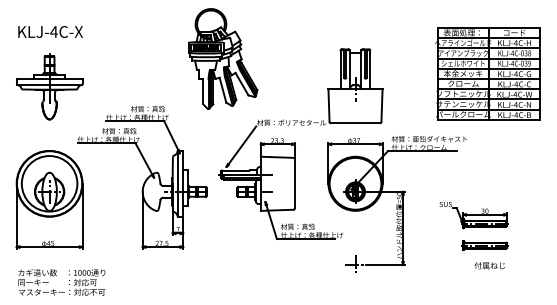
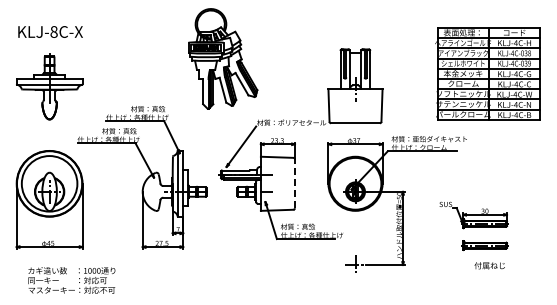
text at (53, 31): KLJ-4C-X -> KLJ-8C-X
line at (294, 183): solid -> dashed
text at (61, 282) position: (61, 282) -> (71, 280)
